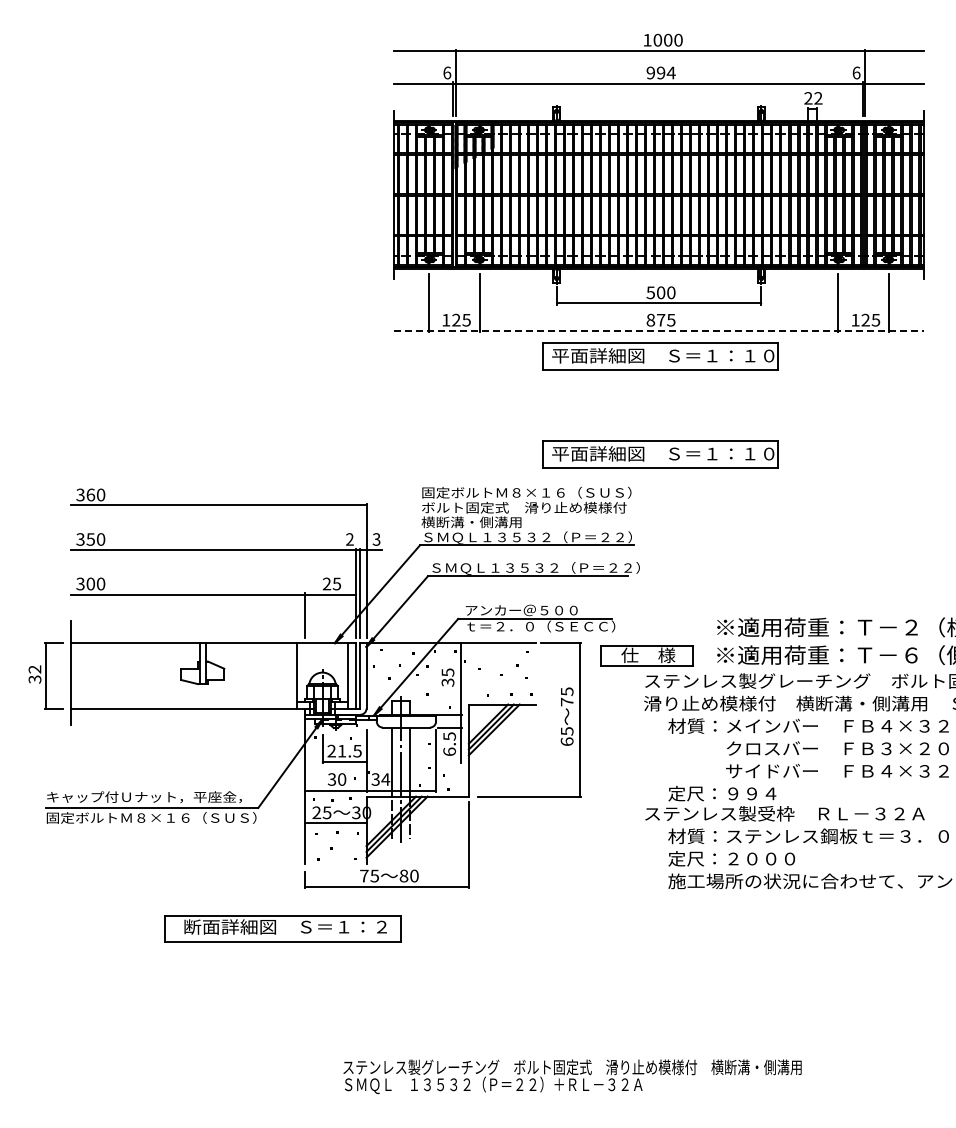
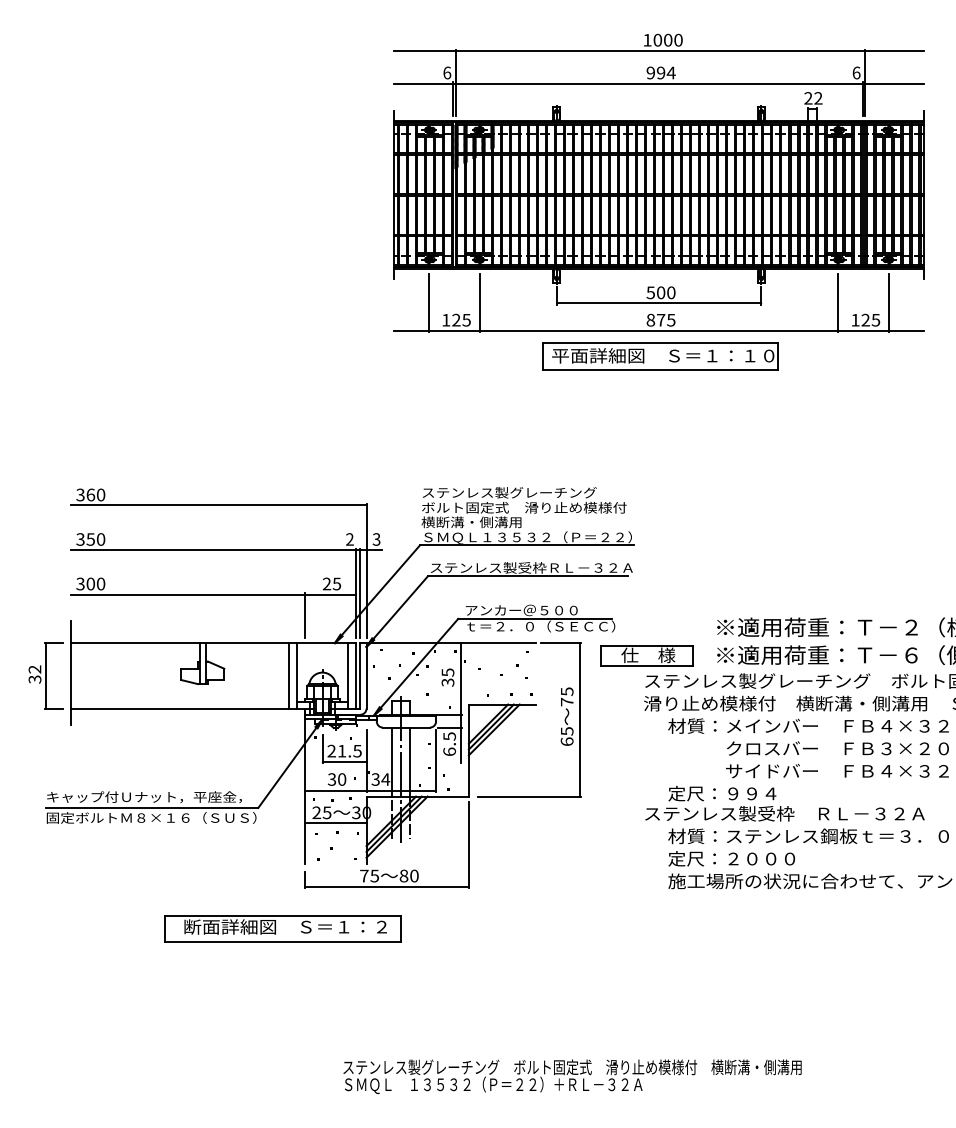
line at (659, 330): dashed -> solid
part at (660, 454): present -> none
text at (526, 492): 固定ボルトＭ８×１６（ＳＵＳ） -> ステンレス製グレーチング
text at (534, 568): ＳＭＱＬ１３５３２（Ｐ＝２２） -> ステンレス製受枠ＲＬ－３２Ａ
line at (288, 675): none -> present
